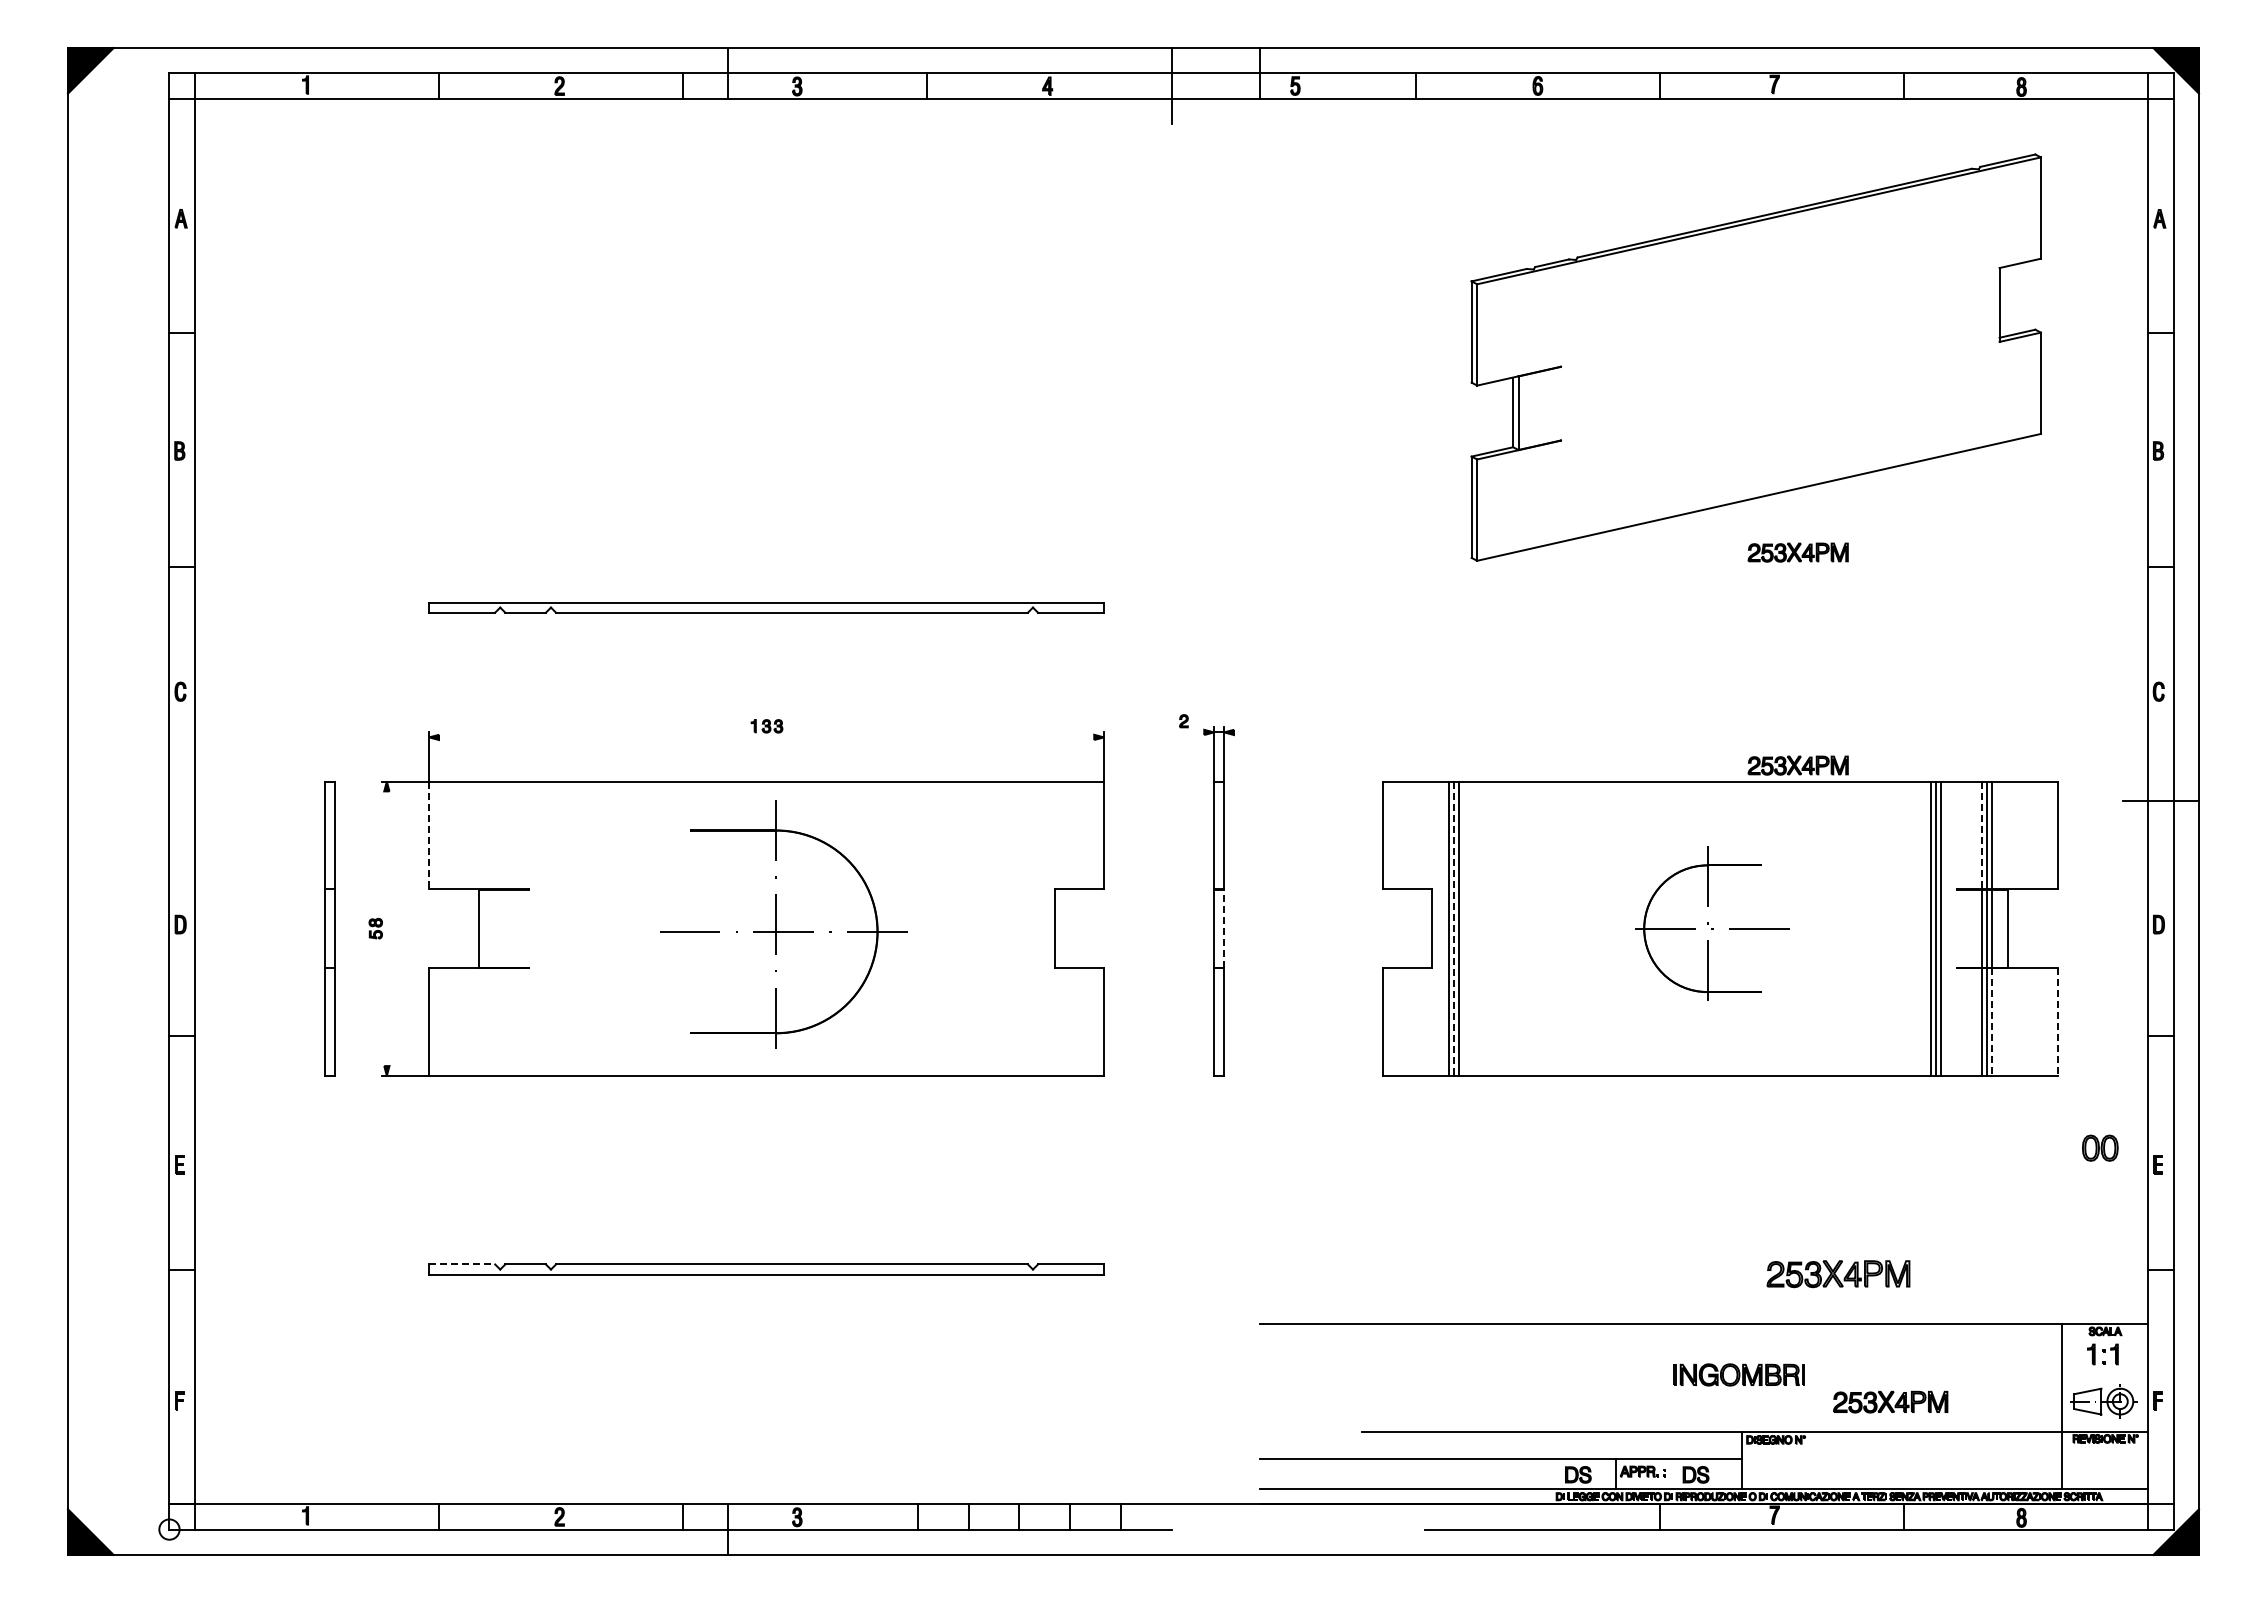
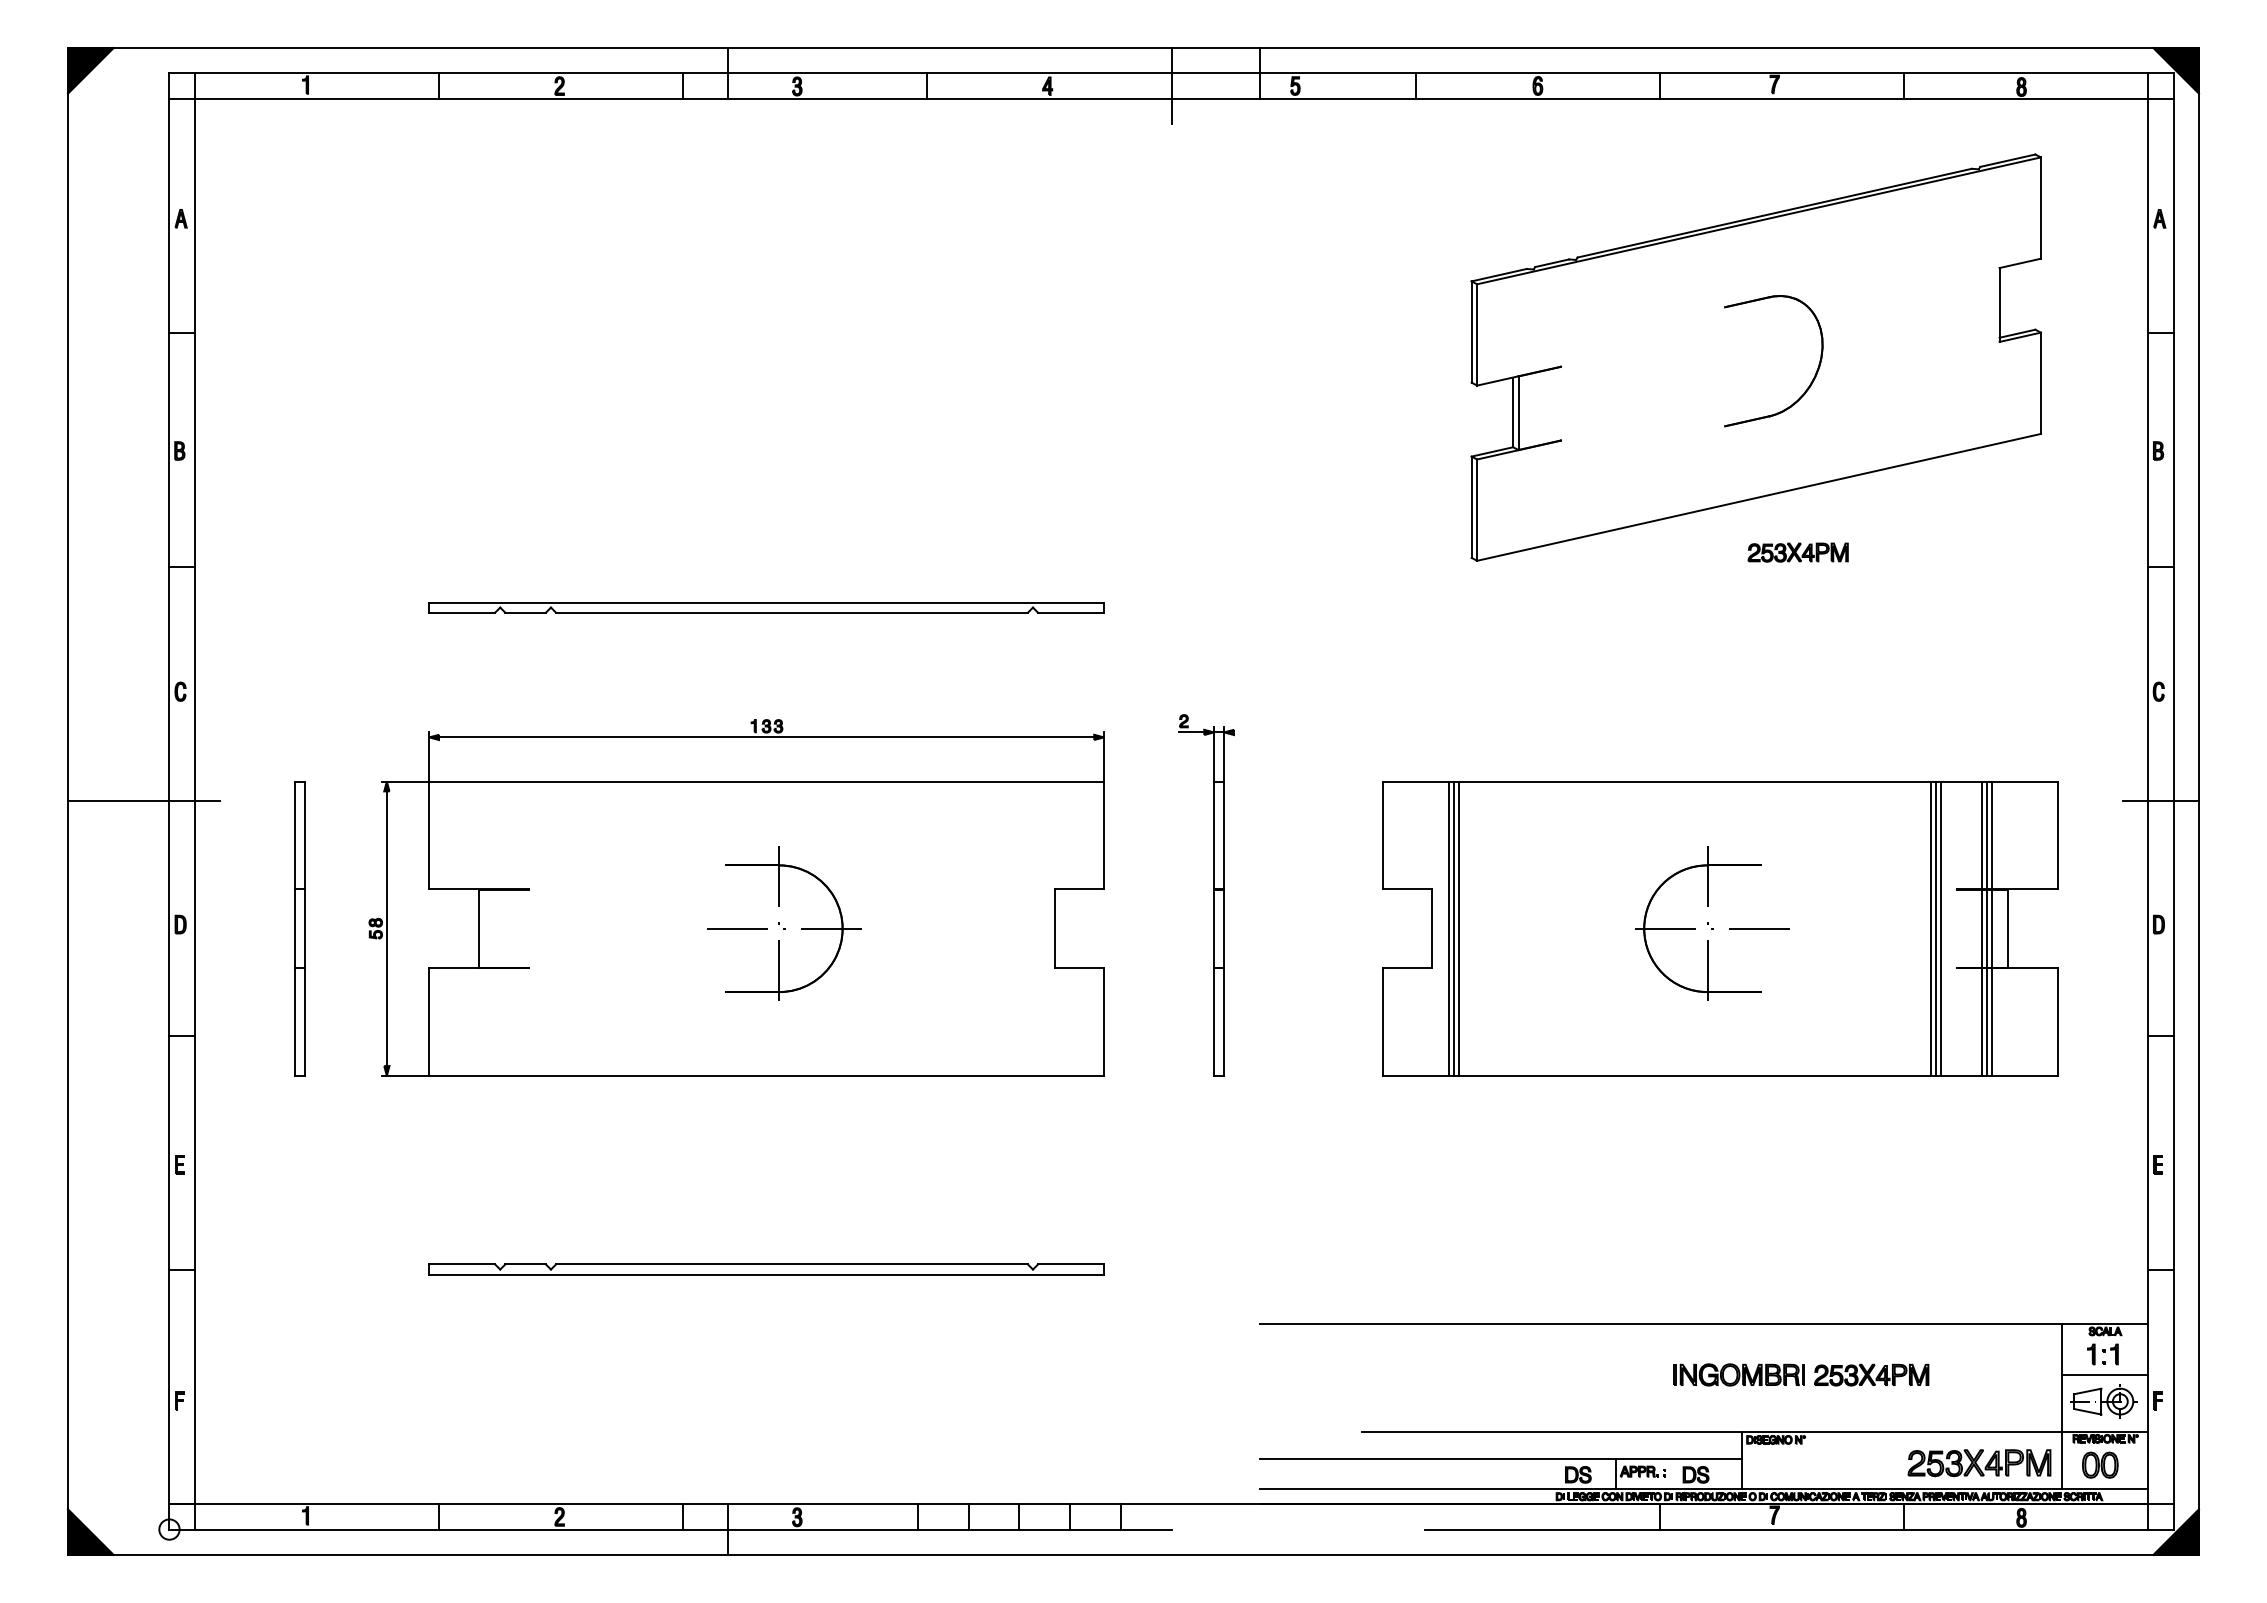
part at (1809, 384): none -> present
line at (1191, 732): none -> present
line at (766, 737): none -> present
part at (1797, 765): present -> none
line at (144, 801): none -> present
line at (429, 835): dashed -> solid
line at (1981, 835): dashed -> solid
part at (783, 924) size: 248x249 px -> 155x155 px
part at (329, 928) position: (329, 928) -> (299, 928)
line at (386, 928): none -> present
line at (1224, 928): dashed -> solid
line at (1453, 929): dashed -> solid
line at (1991, 1021): dashed -> solid
line at (2057, 1021): dashed -> solid
part at (2100, 1147) position: (2100, 1147) -> (2100, 1464)
line at (462, 1264): dashed -> solid
part at (1838, 1274) position: (1838, 1274) -> (1979, 1463)
line at (2104, 1375): none -> present
part at (1890, 1401) position: (1890, 1401) -> (1871, 1374)
